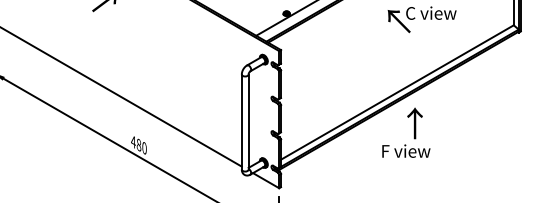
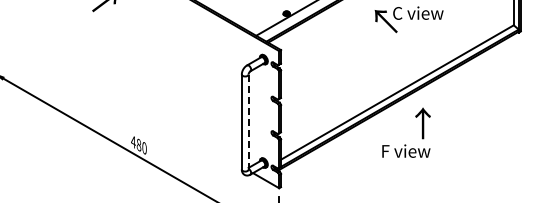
text at (421, 19) position: (421, 19) -> (408, 19)
line at (121, 97): present -> none
line at (248, 122): solid -> dashed
text at (414, 123) position: (414, 123) -> (422, 123)
